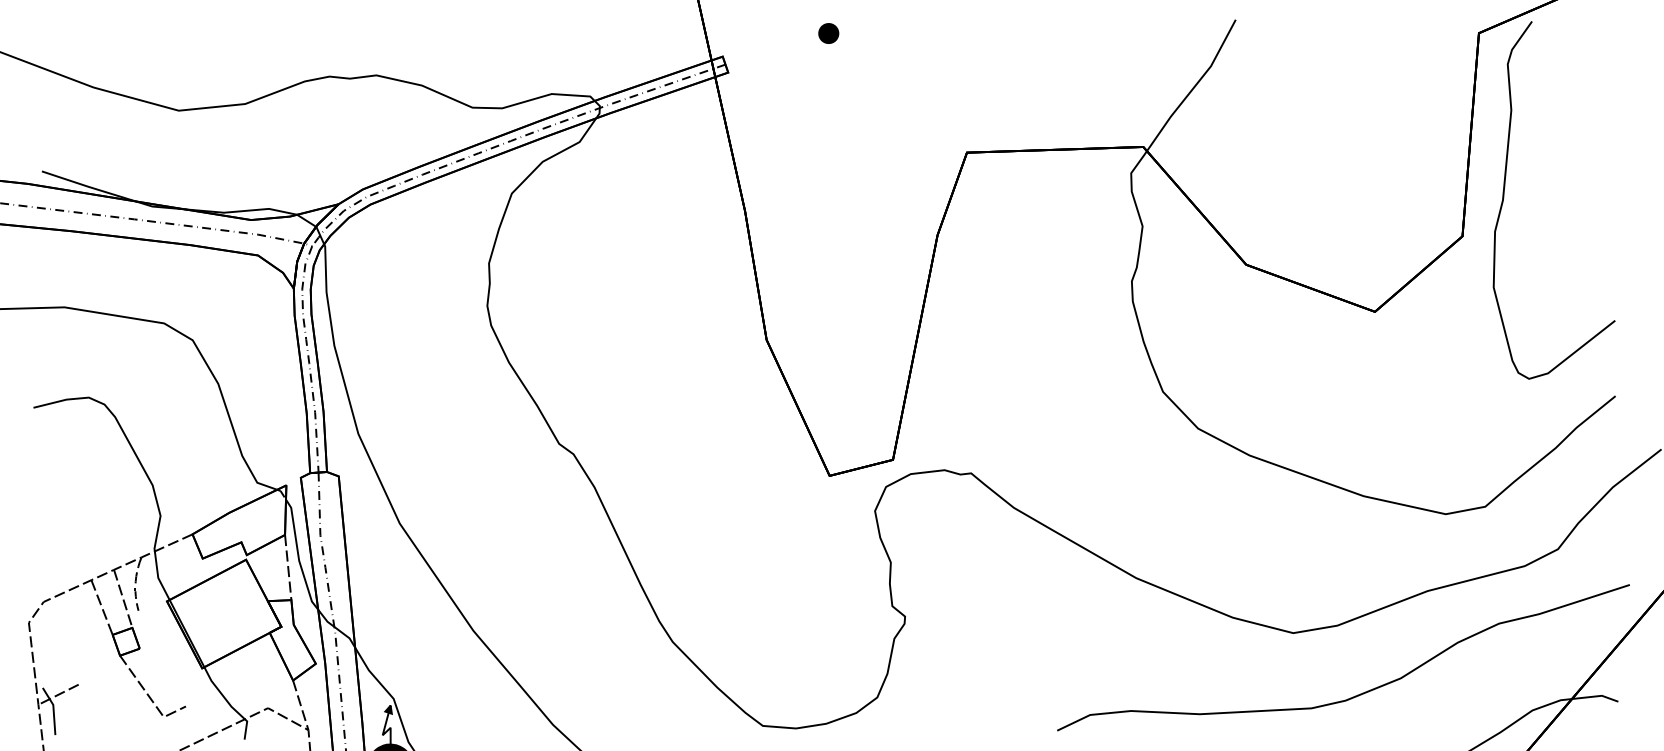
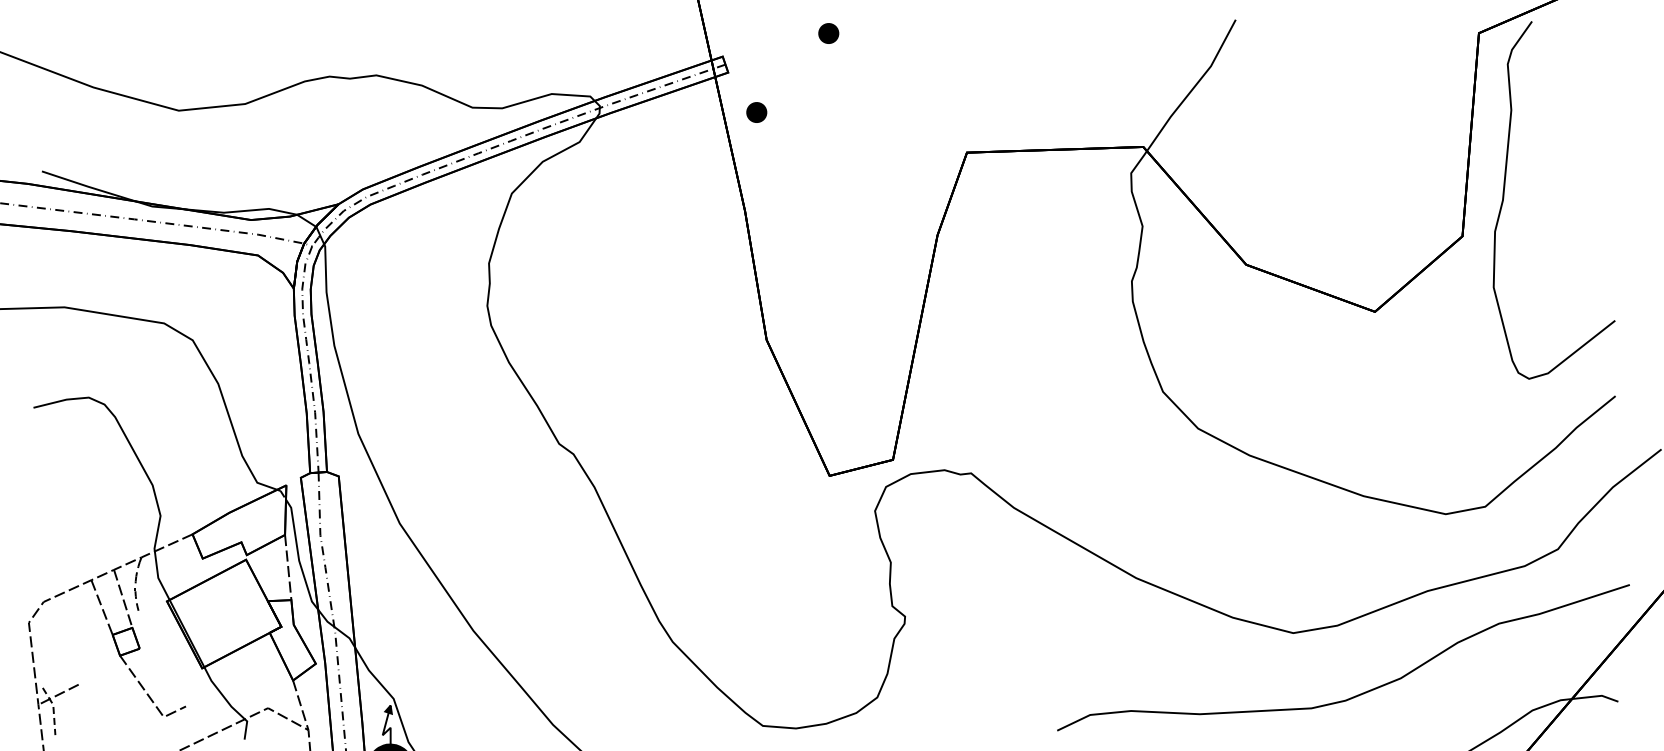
part at (756, 112): none -> present
line at (53, 709): solid -> dashed
